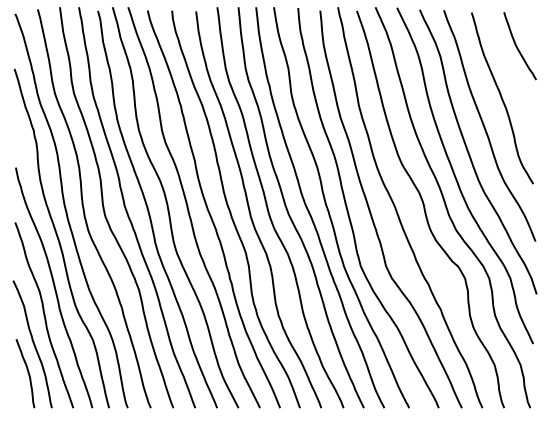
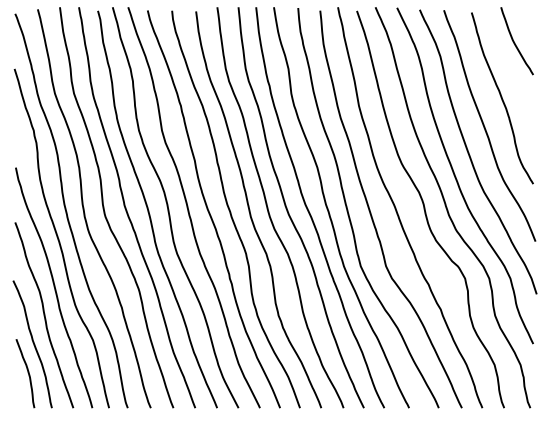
curve at (518, 47) position: (518, 47) -> (515, 42)
